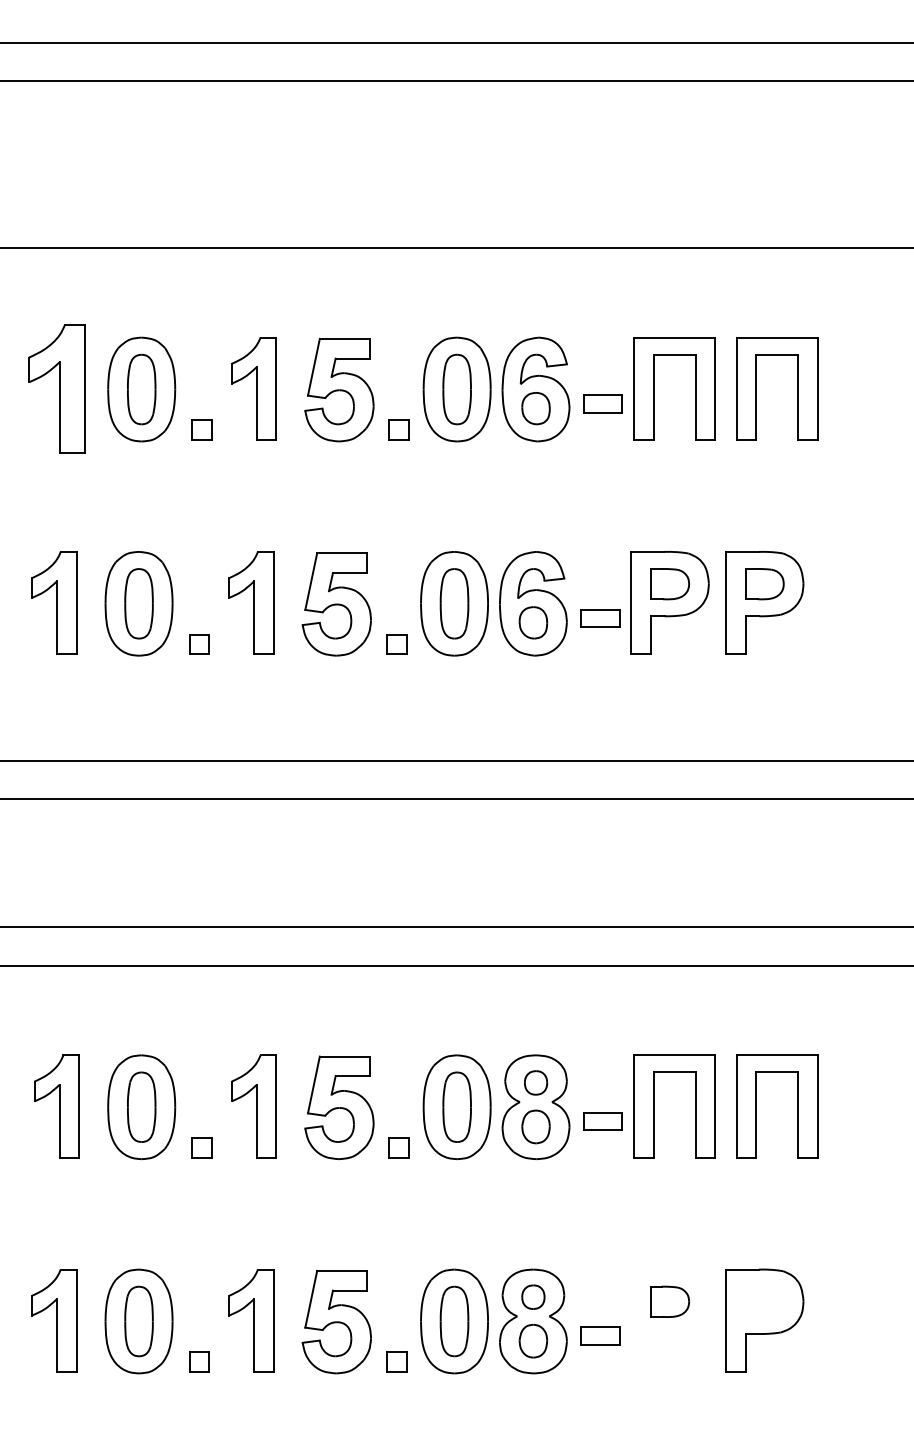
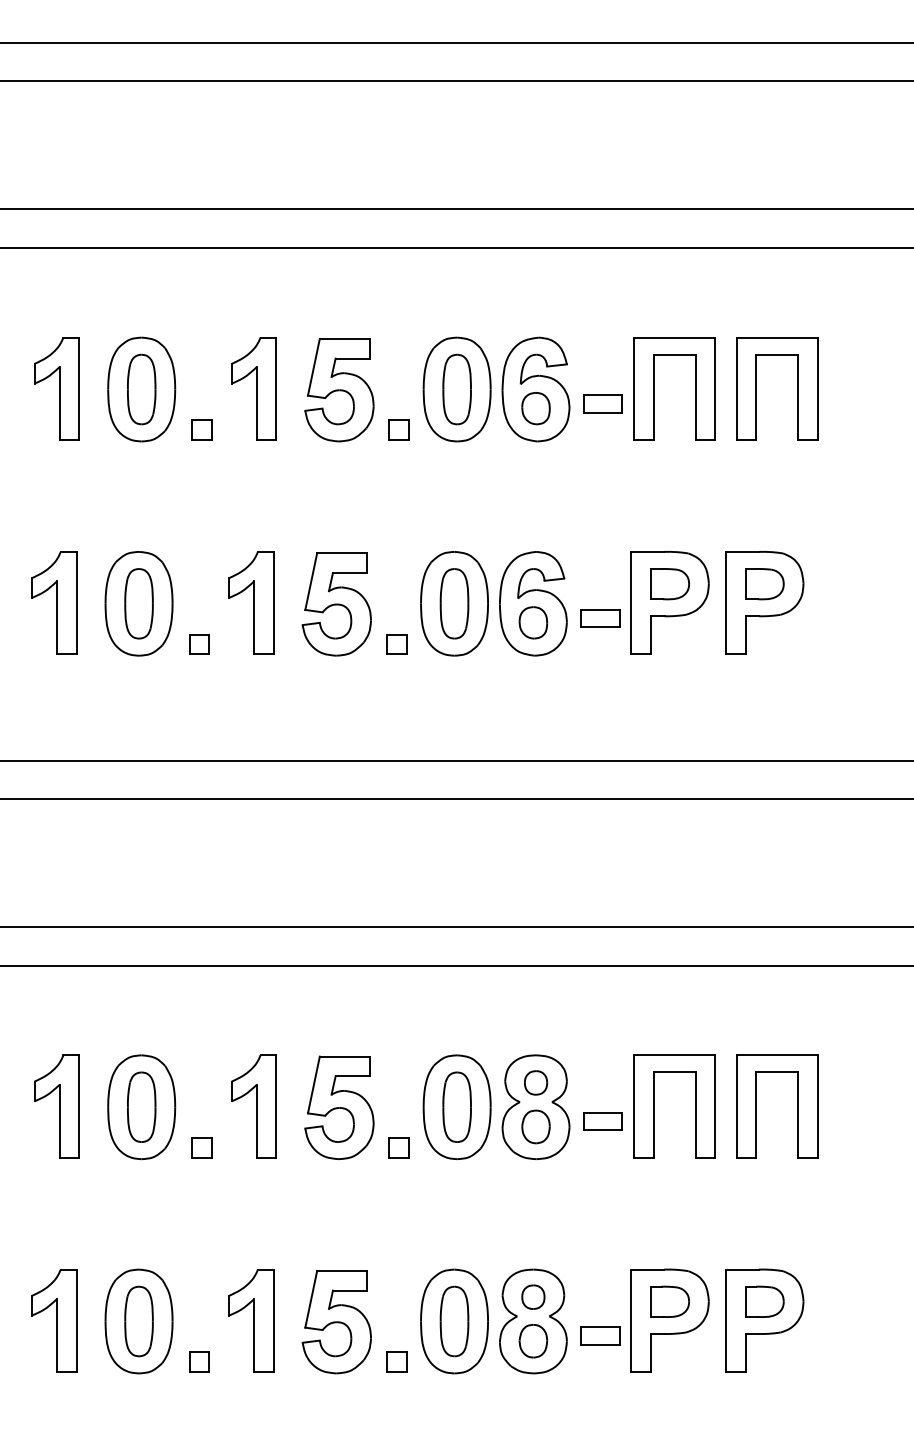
line at (456, 209): none -> present
part at (56, 388) size: 58x130 px -> 46x104 px
part at (764, 1301): none -> present
part at (669, 1320): none -> present
